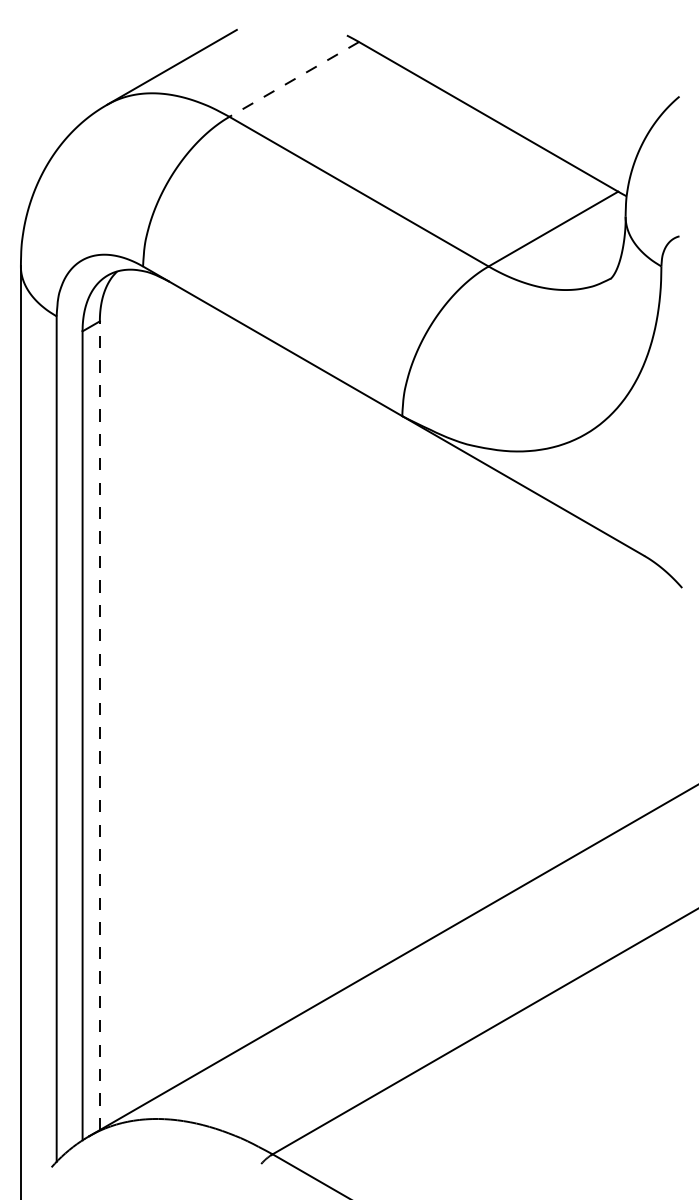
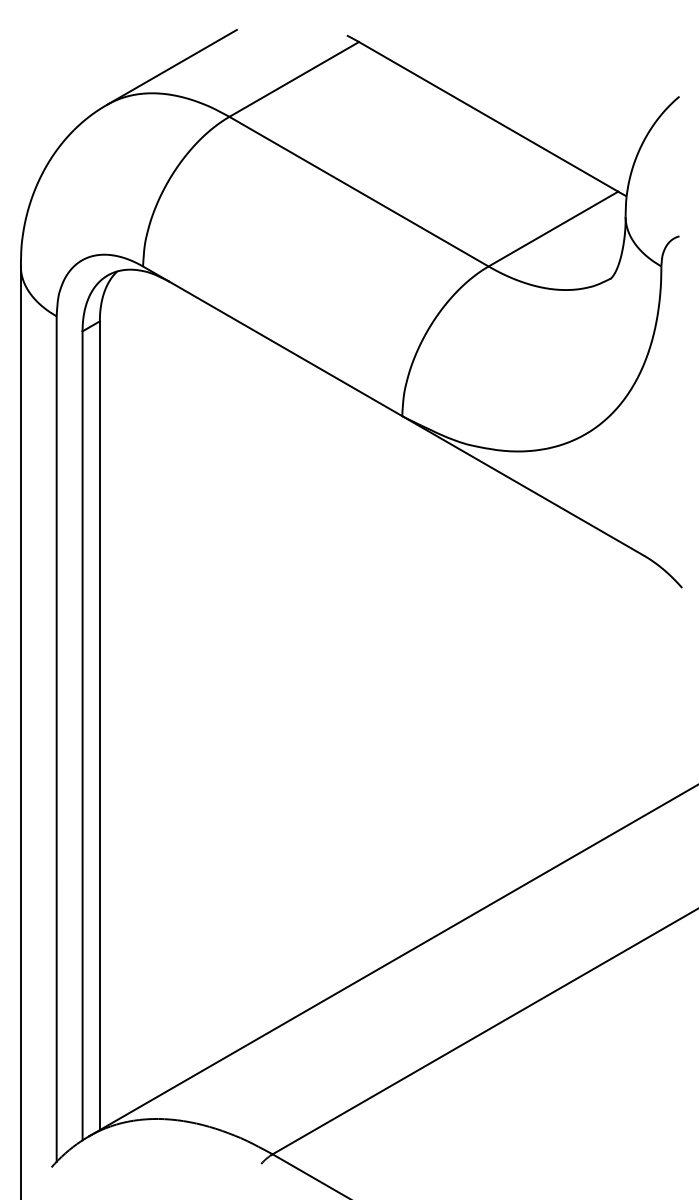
line at (294, 79): dashed -> solid
line at (99, 725): dashed -> solid
